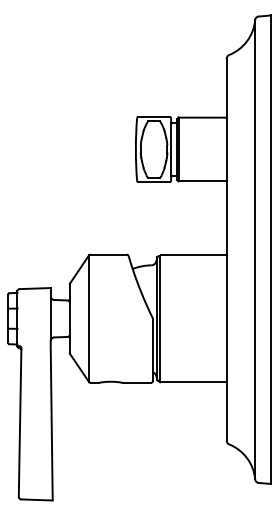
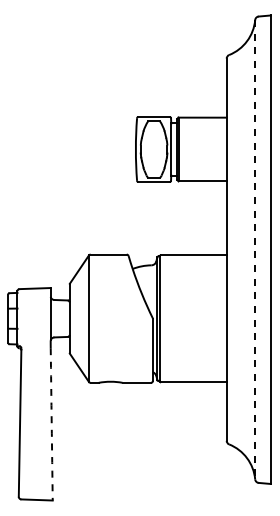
line at (255, 249): solid -> dashed
arc at (51, 424): solid -> dashed
